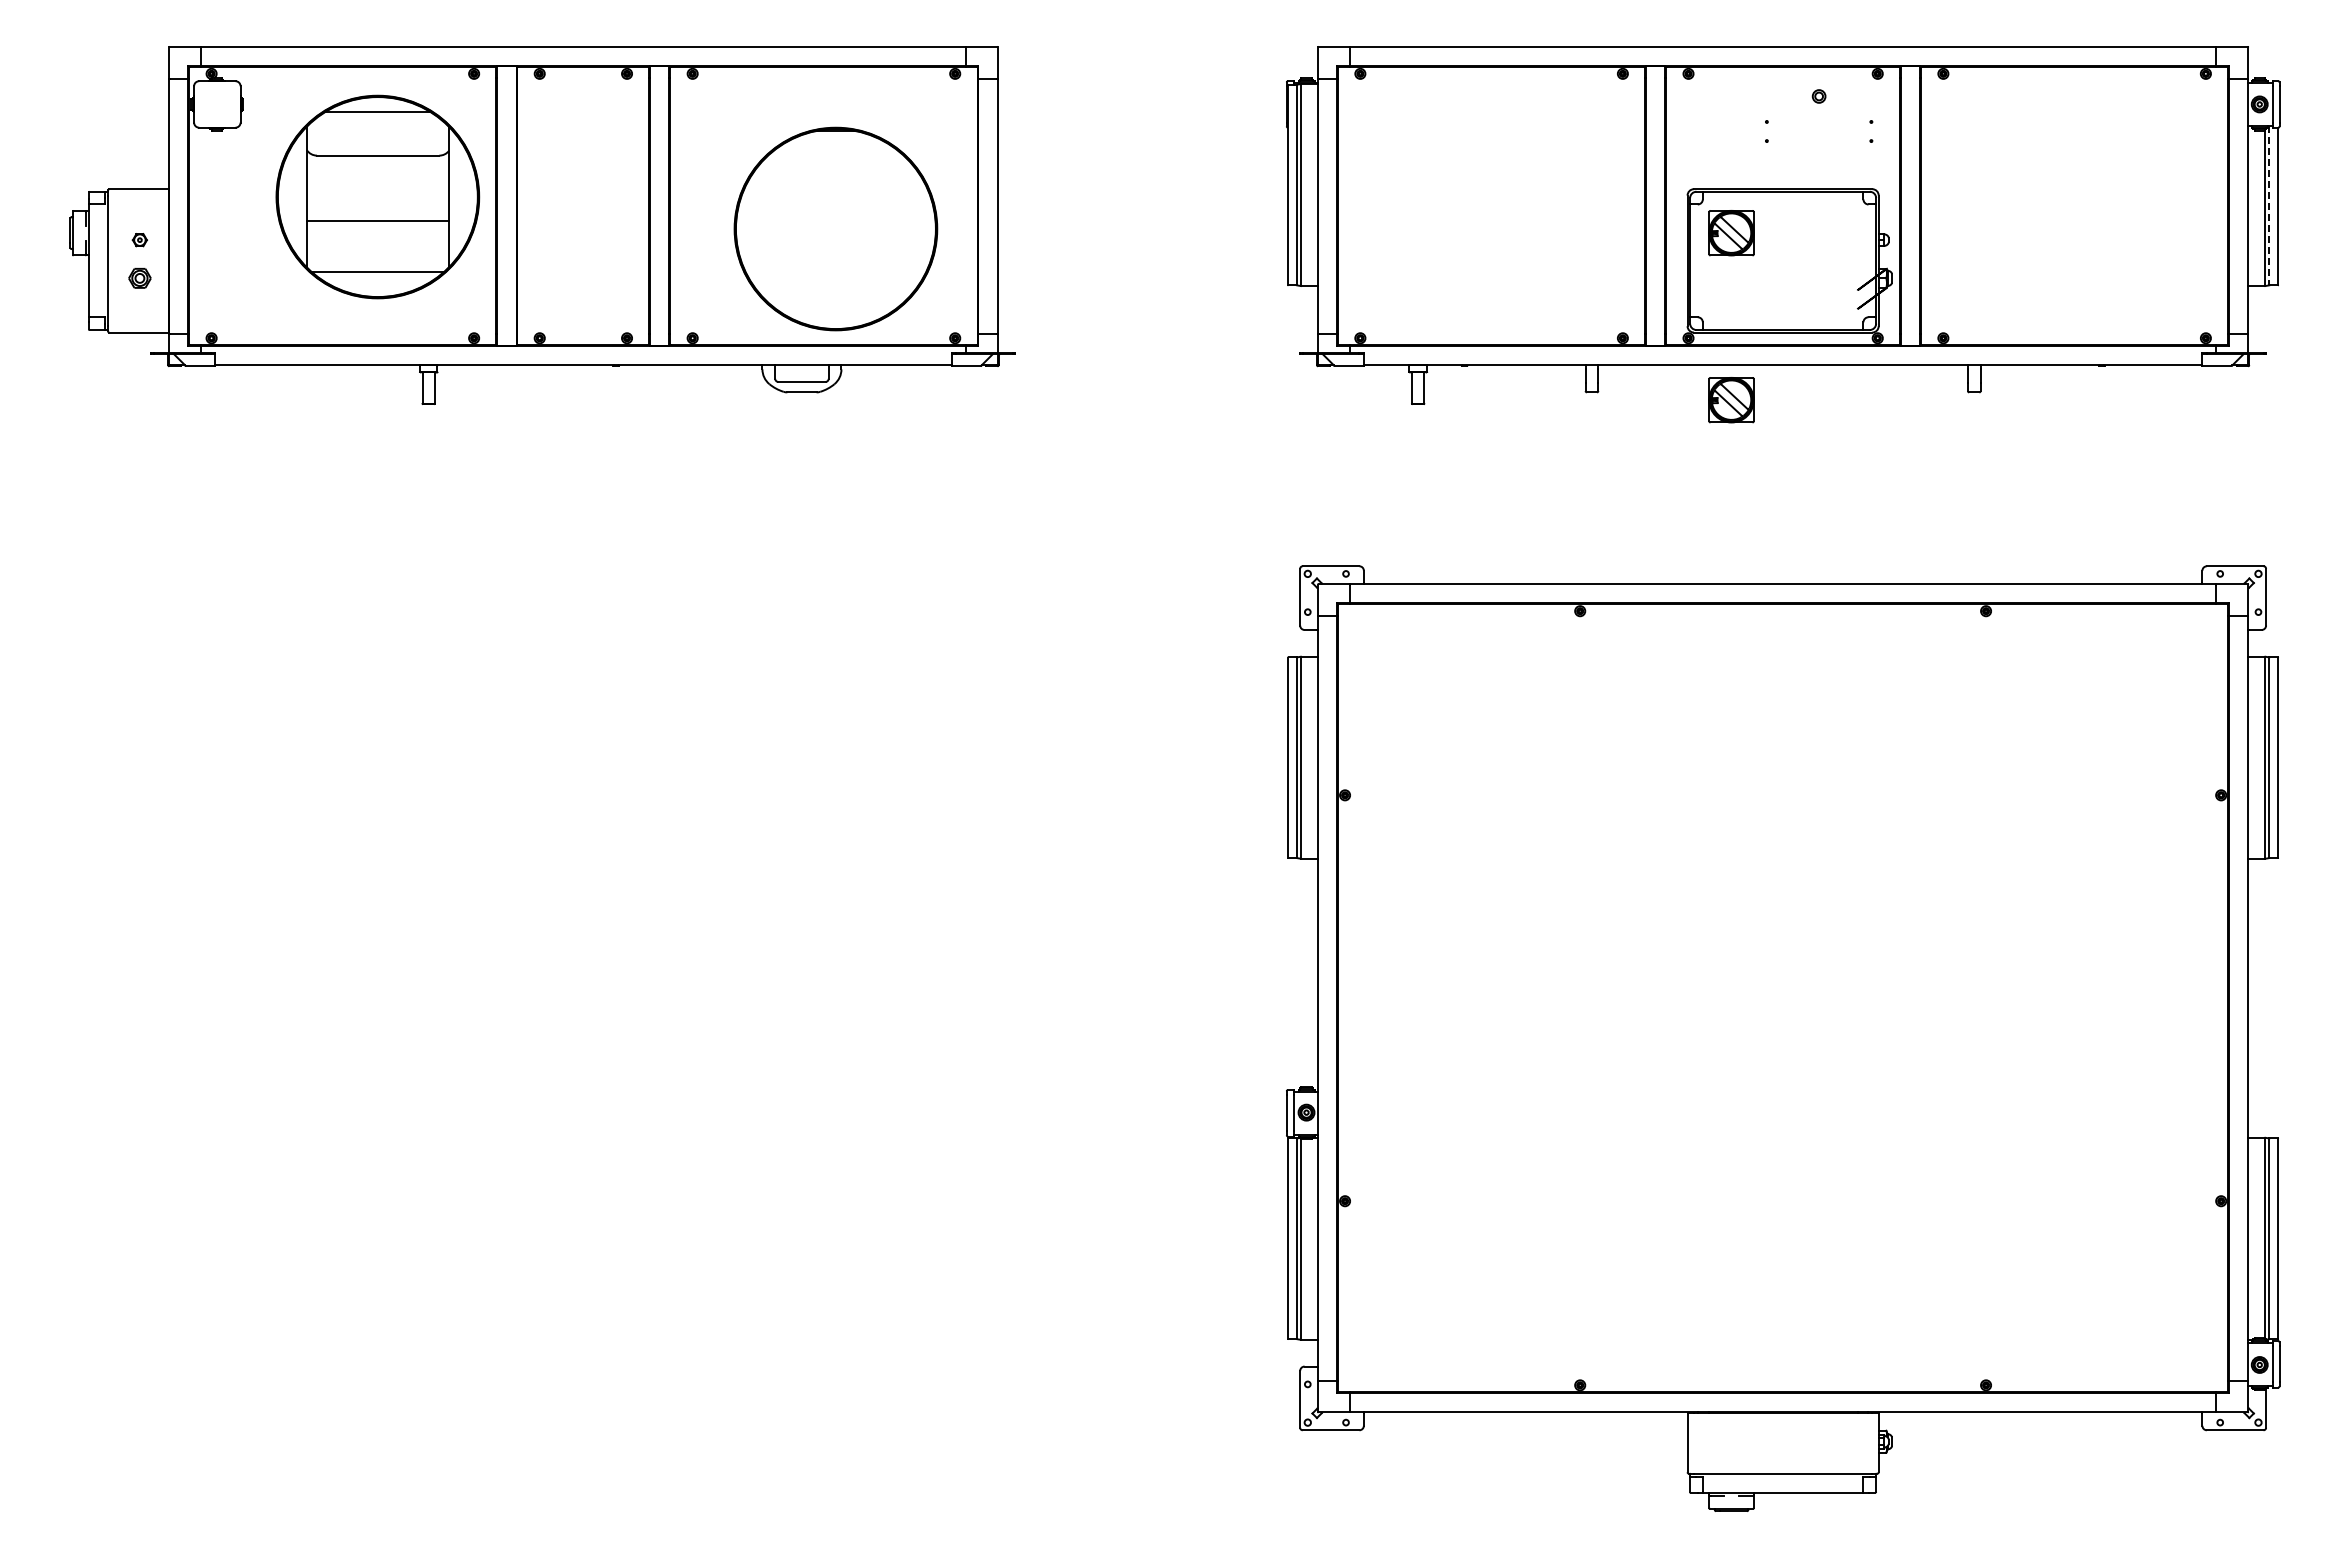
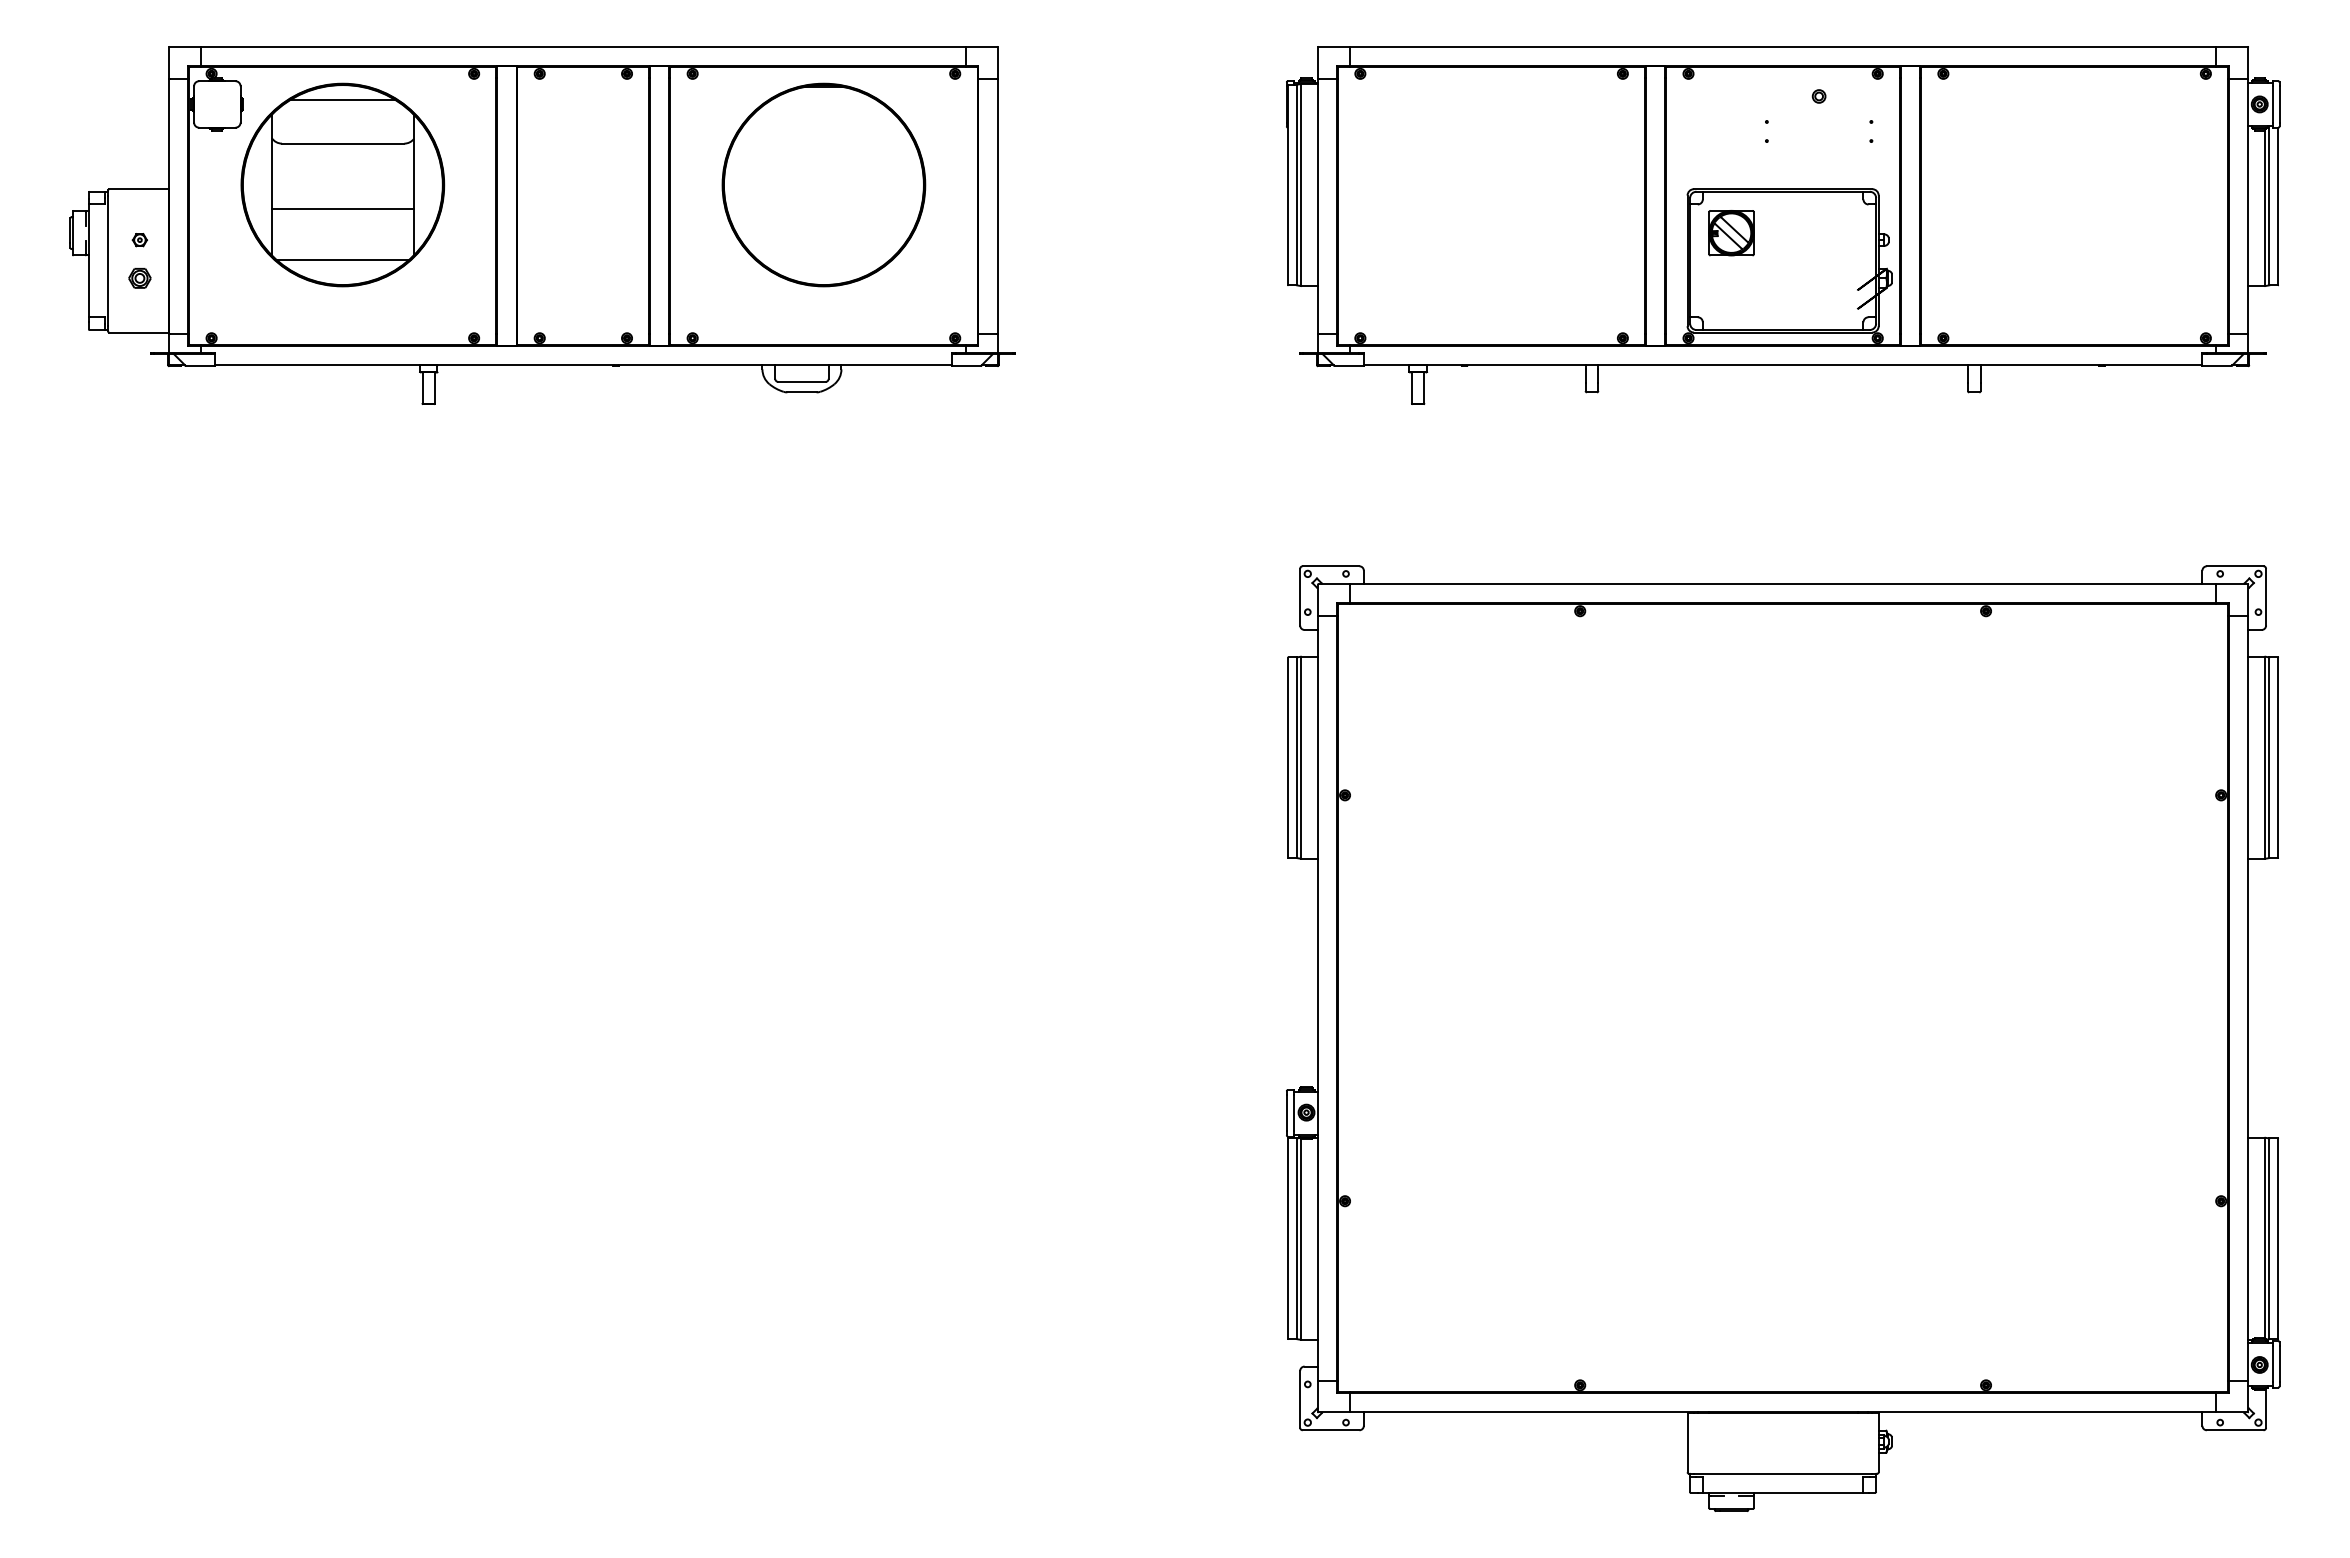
part at (377, 196) position: (377, 196) -> (342, 184)
line at (2269, 205): dashed -> solid
part at (835, 228) position: (835, 228) -> (823, 184)
part at (1731, 400): present -> none
